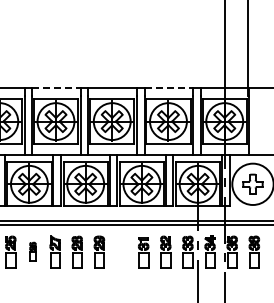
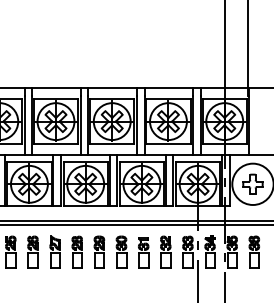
line at (56, 88): dashed -> solid
line at (169, 88): dashed -> solid
part at (32, 251) size: 8x21 px -> 12x34 px
part at (121, 251): none -> present
